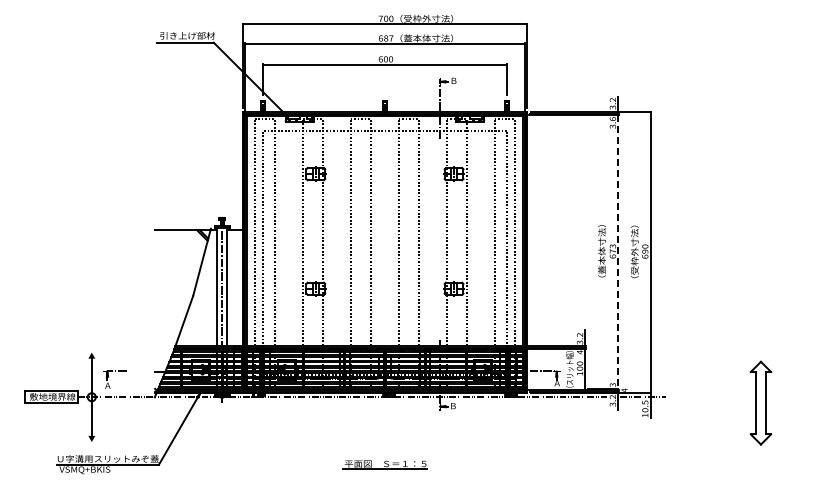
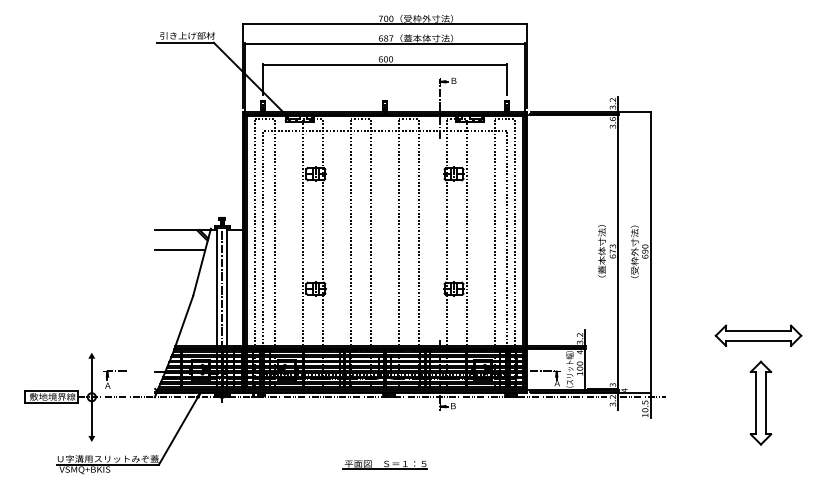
line at (180, 250): none -> present
line at (618, 252): dashed -> solid
part at (758, 335): none -> present
